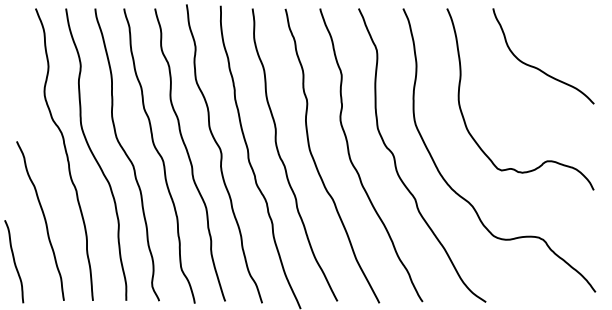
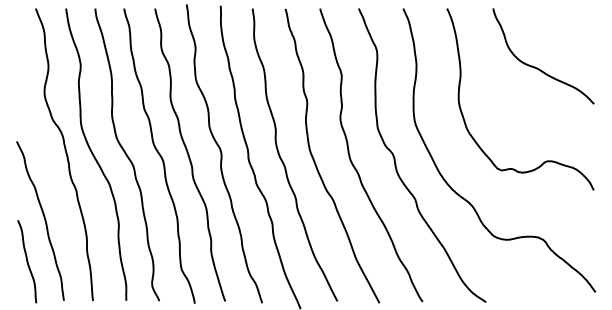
curve at (14, 261) position: (14, 261) -> (27, 261)
